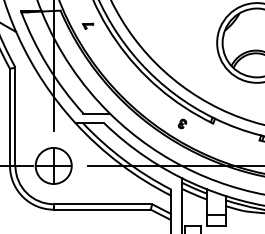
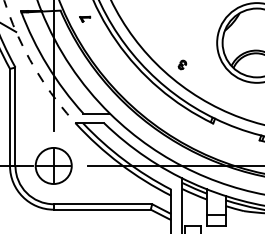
part at (88, 25) position: (88, 25) -> (85, 18)
arc at (34, 67): solid -> dashed
part at (182, 123) position: (182, 123) -> (182, 64)
